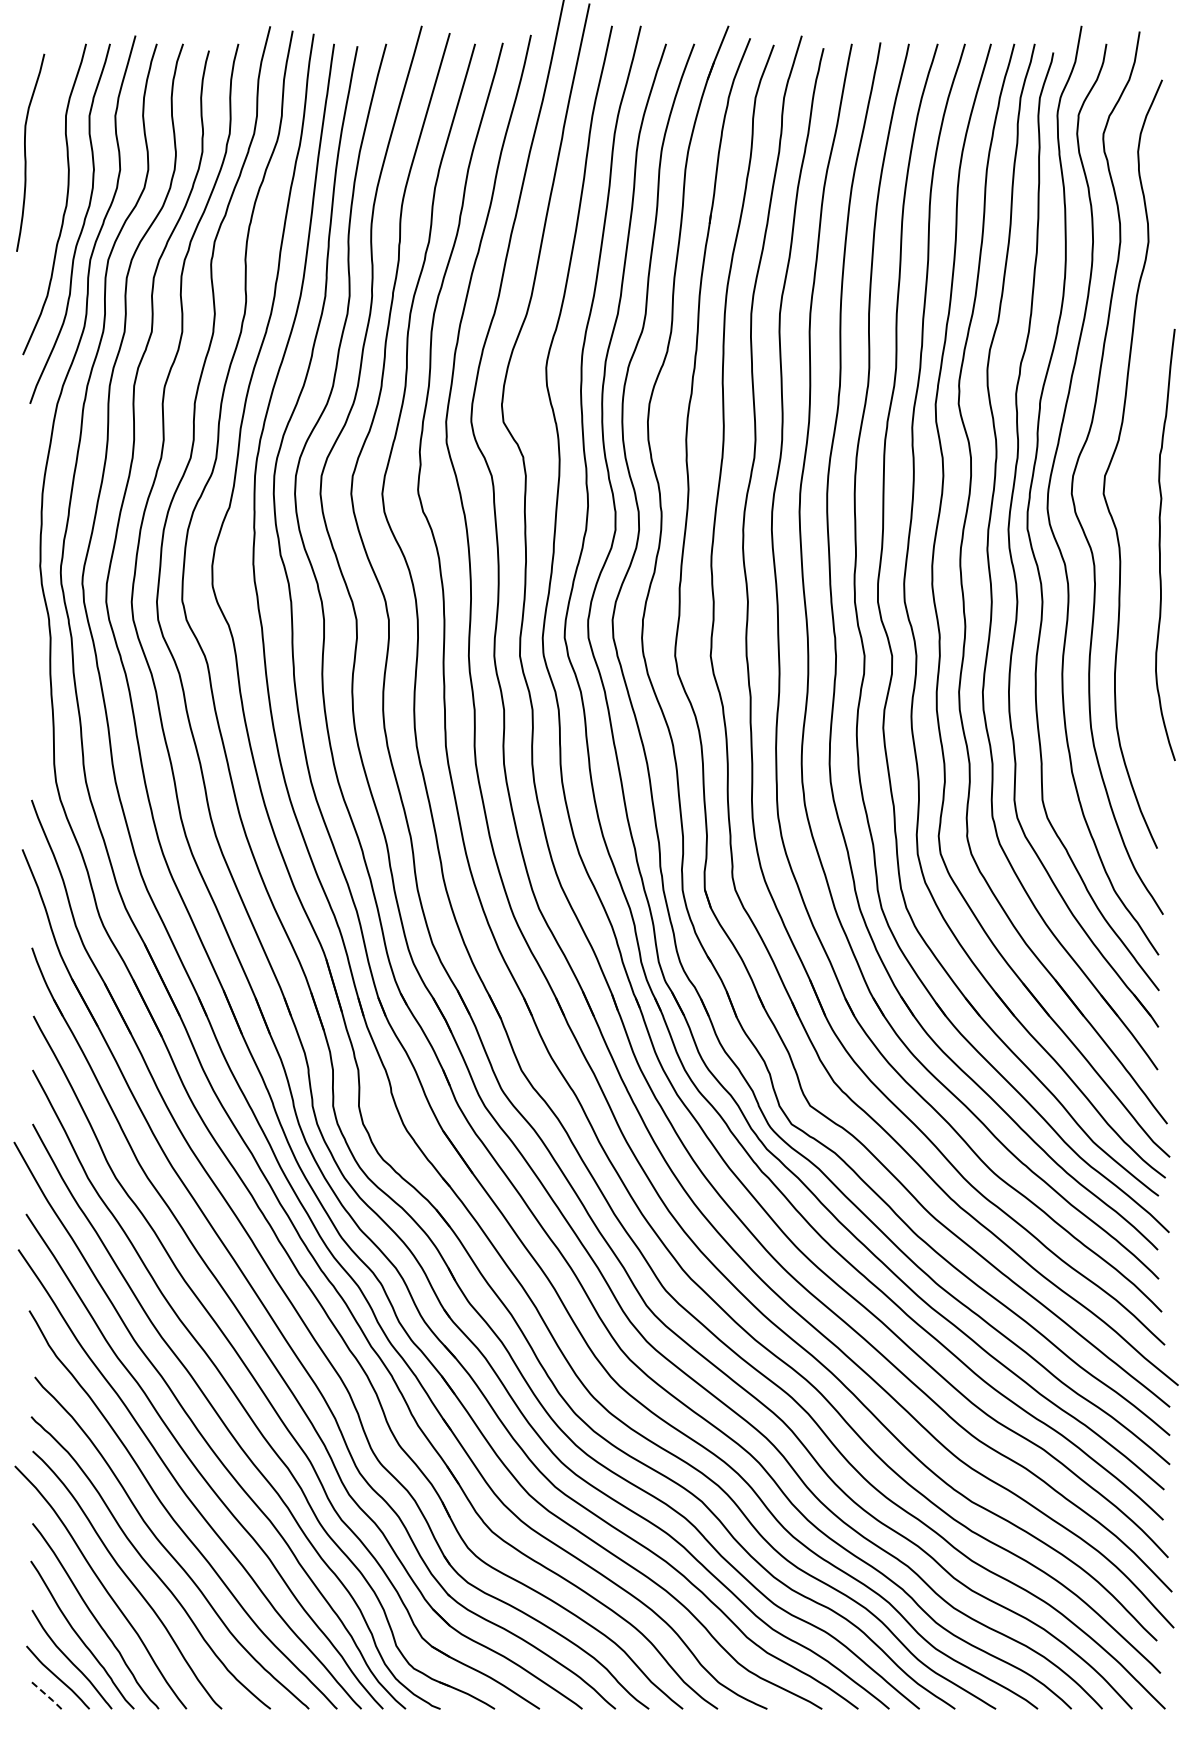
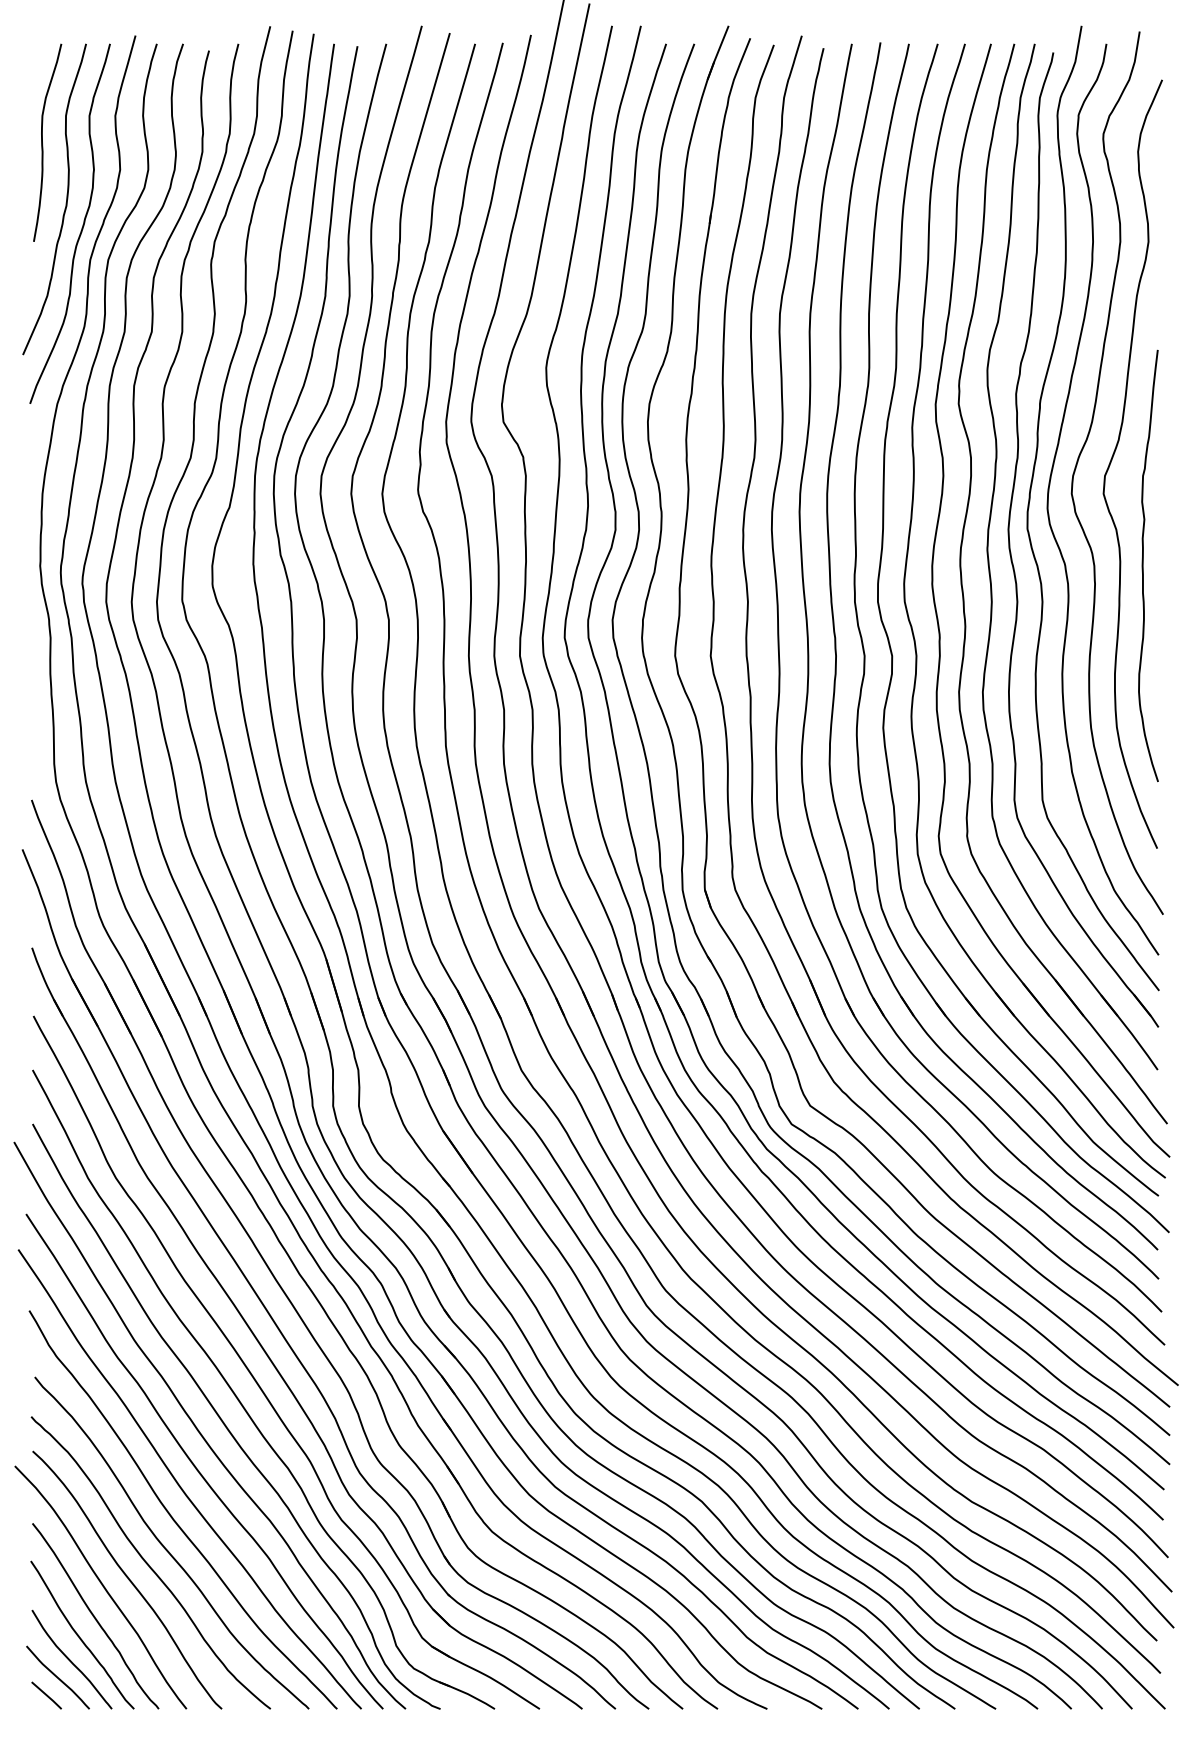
curve at (25, 152) position: (25, 152) -> (42, 142)
curve at (1160, 544) position: (1160, 544) -> (1143, 565)
line at (47, 1695): dashed -> solid
